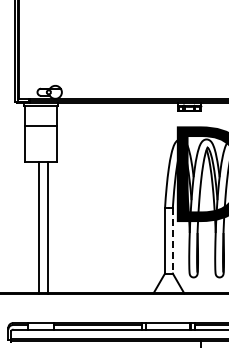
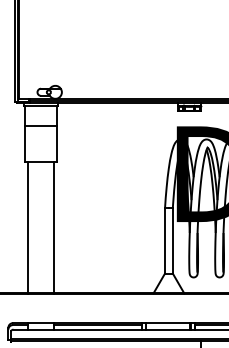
line at (39, 227) position: (39, 227) -> (28, 227)
line at (48, 227) position: (48, 227) -> (54, 227)
line at (172, 241): dashed -> solid
